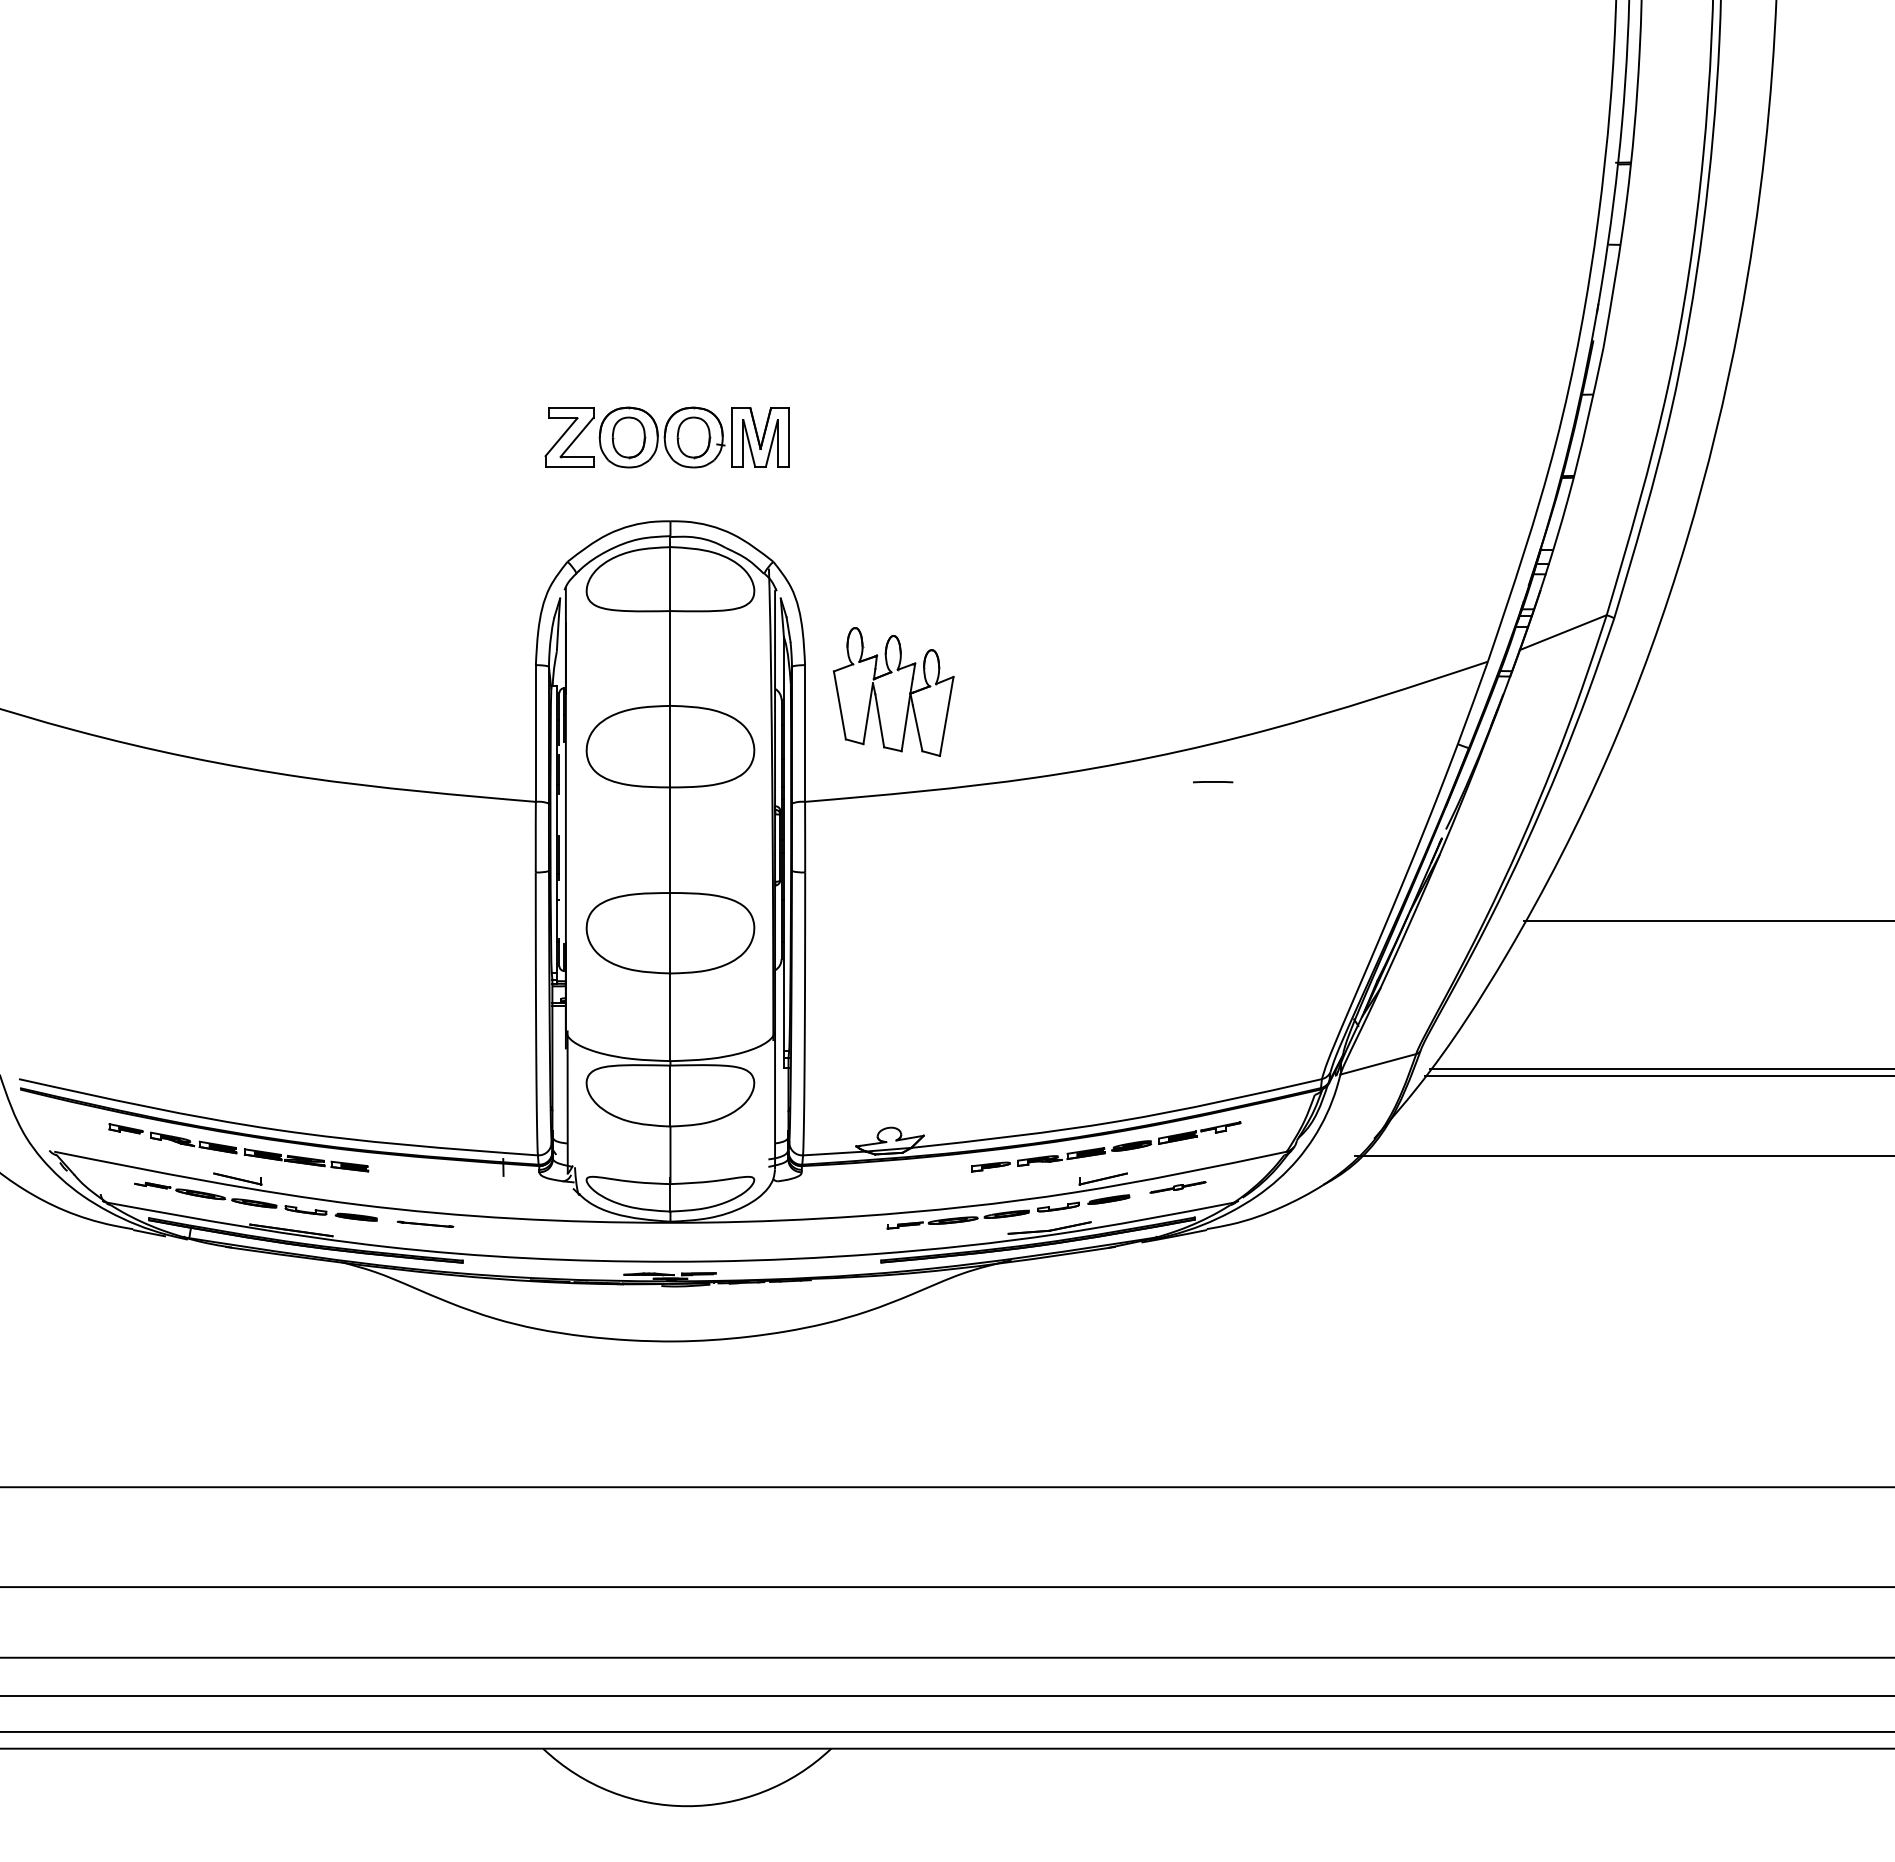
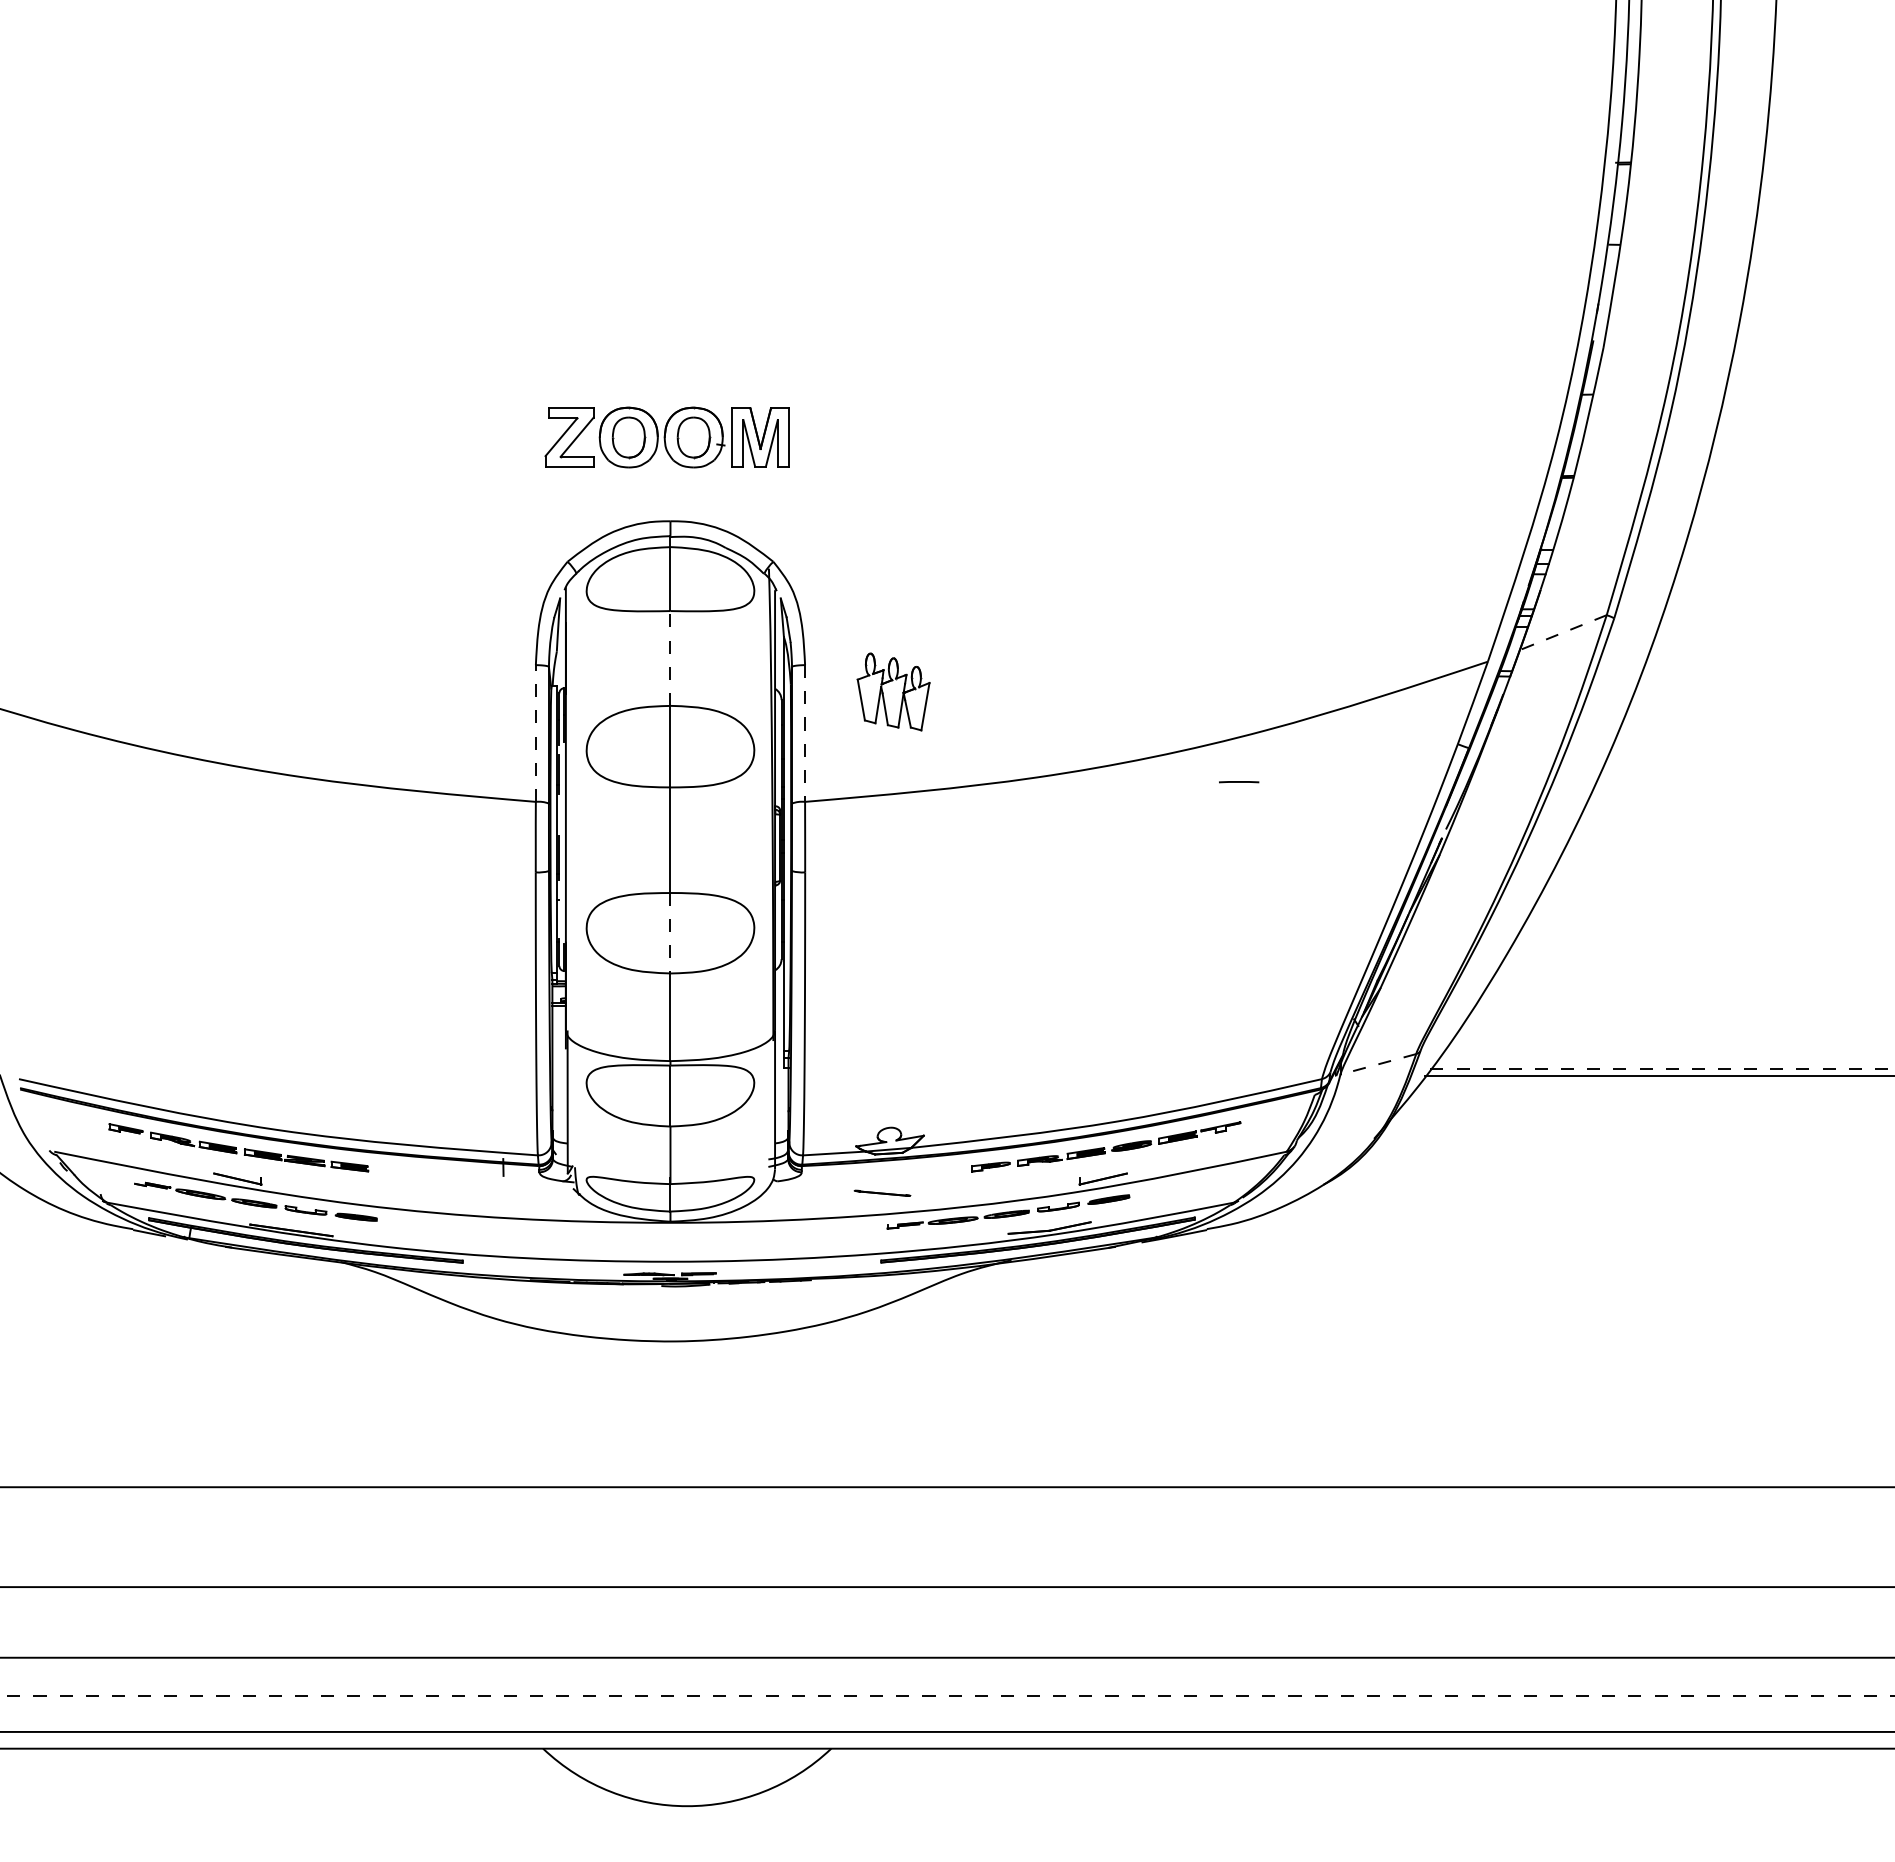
line at (1563, 632): solid -> dashed
line at (670, 658): solid -> dashed
part at (893, 691) size: 123x130 px -> 75x80 px
line at (535, 733): solid -> dashed
line at (805, 734): solid -> dashed
line at (1213, 782) position: (1213, 782) -> (1239, 782)
line at (1707, 920): present -> none
line at (670, 933): solid -> dashed
line at (1377, 1064): solid -> dashed
line at (1662, 1068): solid -> dashed
line at (1622, 1156): present -> none
part at (1177, 1187): present -> none
line at (425, 1223) position: (425, 1223) -> (882, 1192)
line at (947, 1696): solid -> dashed
